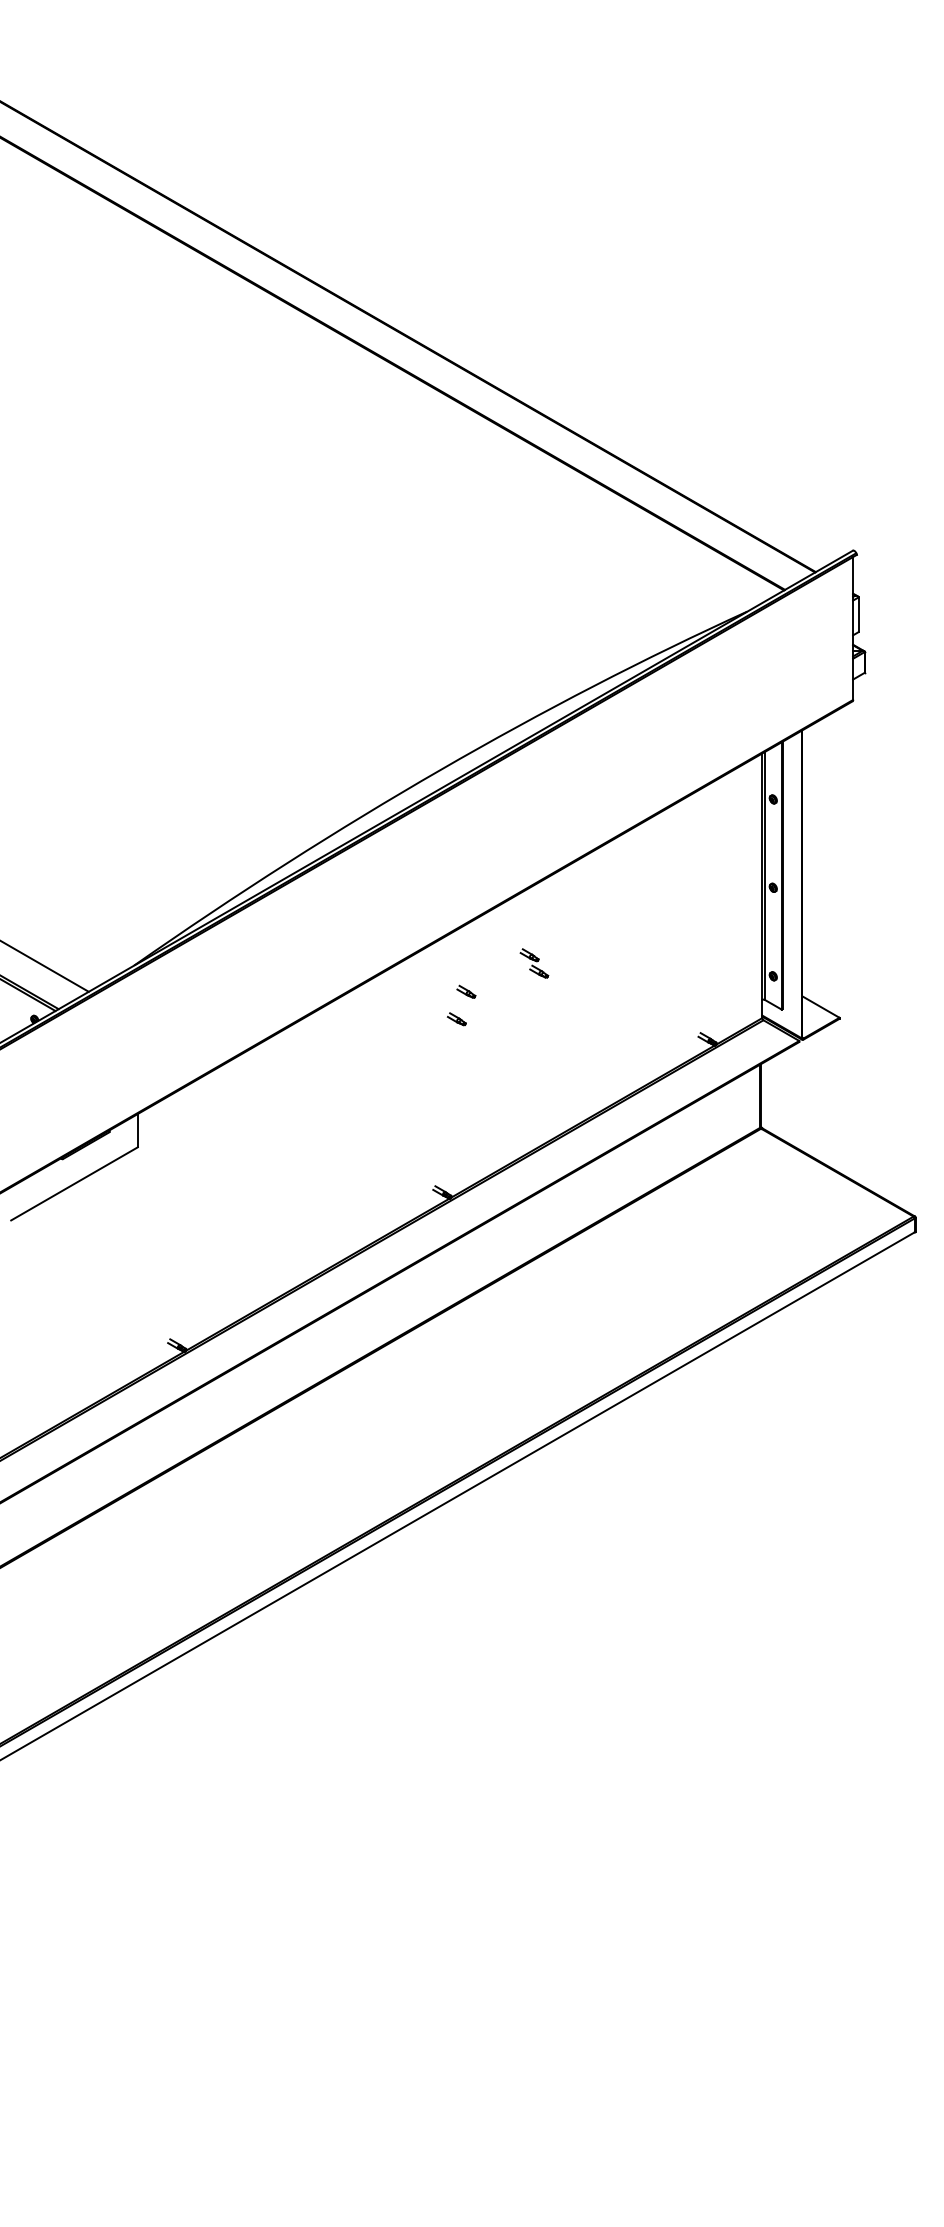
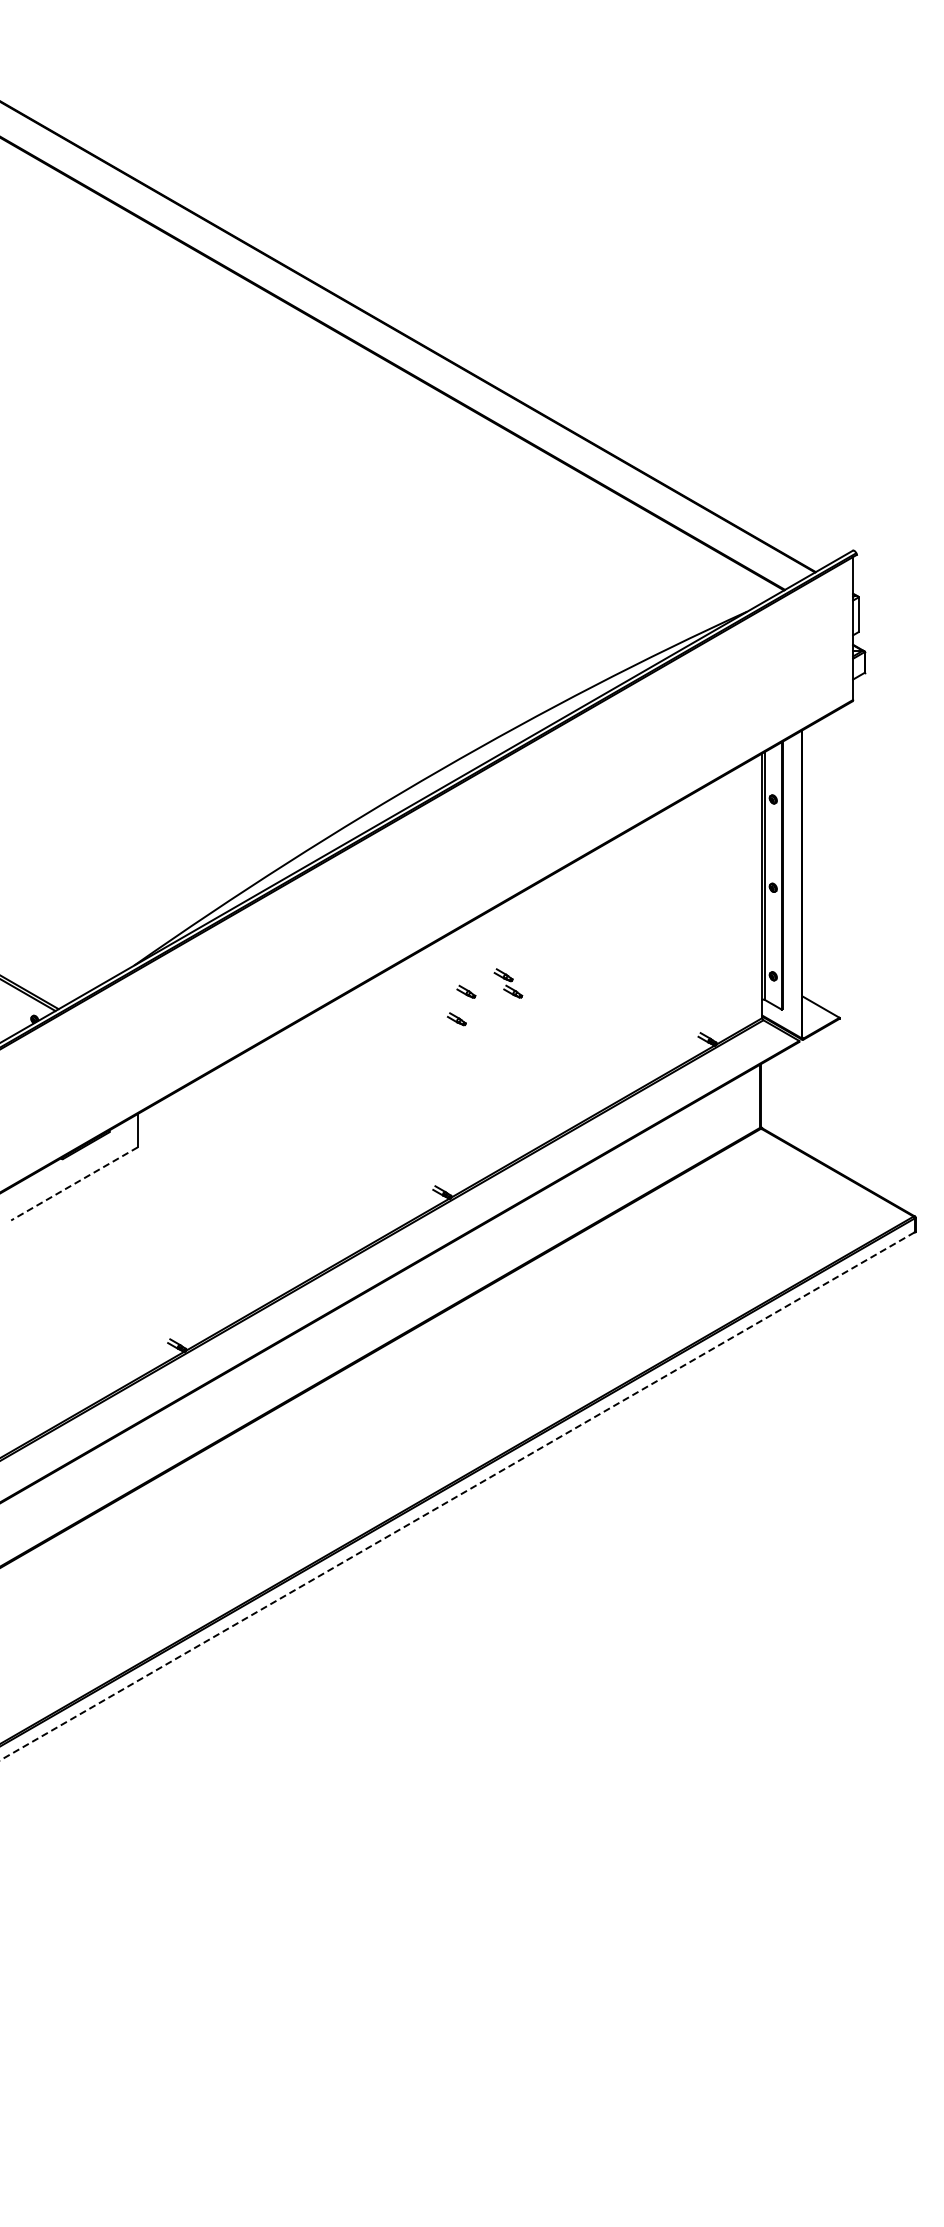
part at (534, 963) position: (534, 963) -> (508, 983)
line at (45, 966): present -> none
line at (74, 1184): solid -> dashed
line at (457, 1496): solid -> dashed
